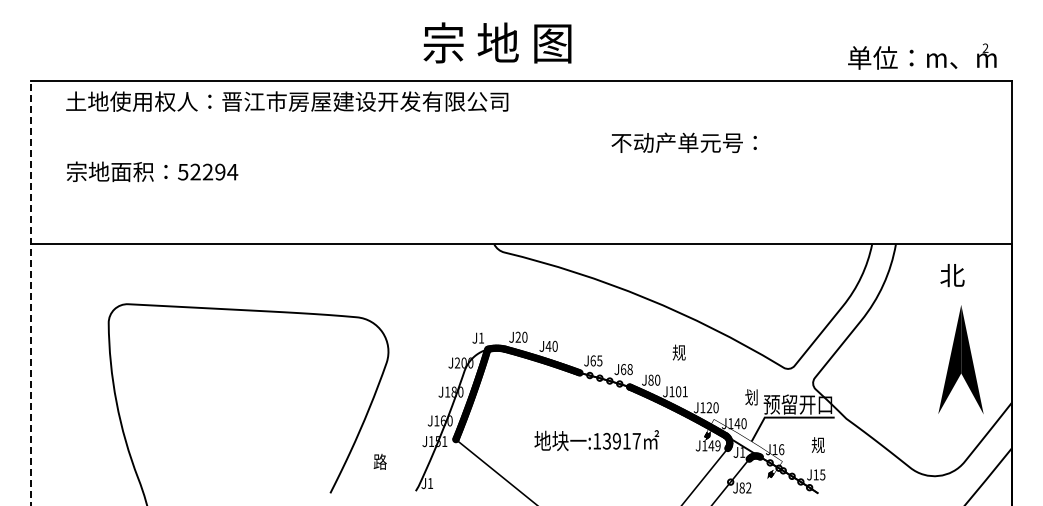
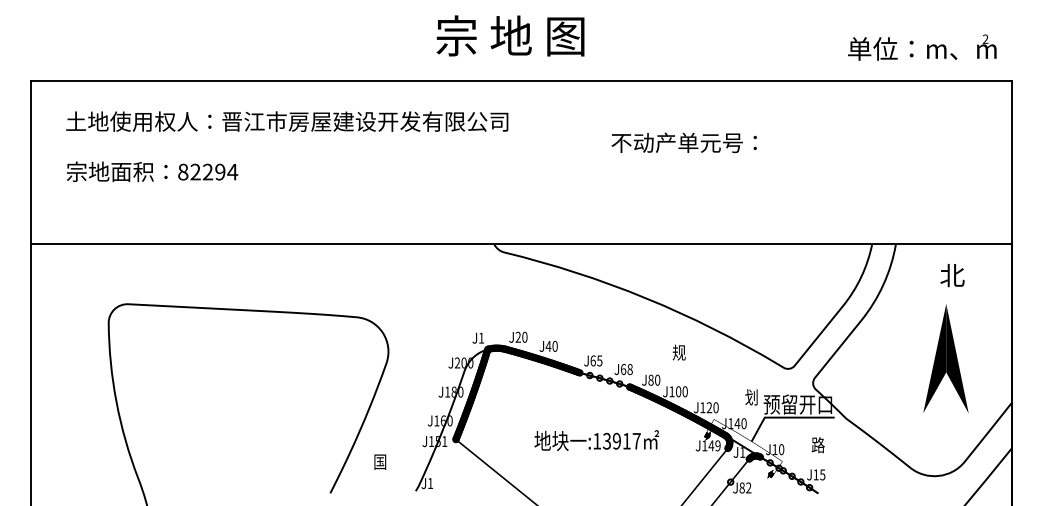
text at (497, 42) position: (497, 42) -> (510, 35)
text at (922, 56) position: (922, 56) -> (922, 47)
text at (287, 101) position: (287, 101) -> (287, 121)
text at (183, 171): 52294 -> 82294
line at (31, 292): dashed -> solid
part at (960, 359) position: (960, 359) -> (945, 358)
text at (684, 391): J101 -> J100
text at (817, 445): 规 -> 路
text at (781, 449): J16 -> J10
text at (379, 461): 路 -> 国
